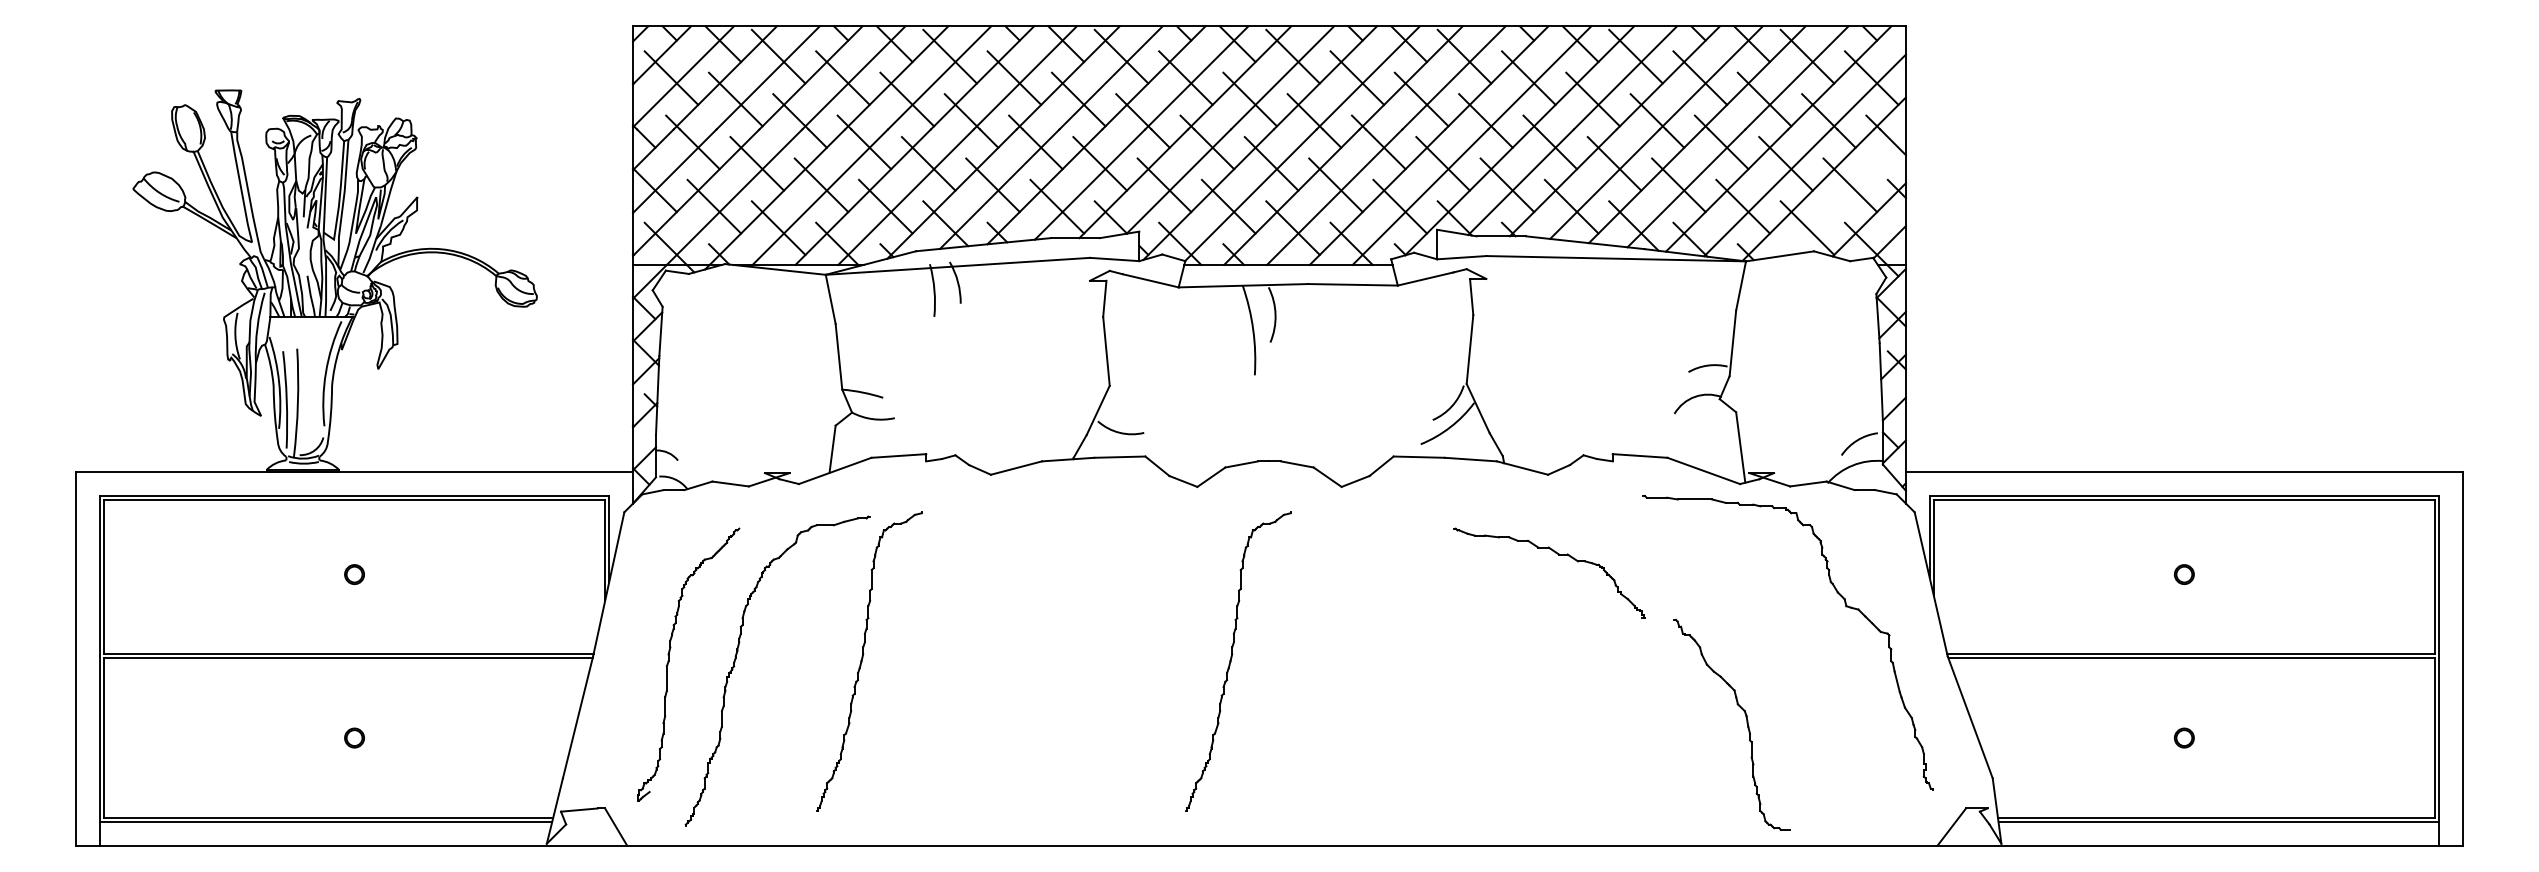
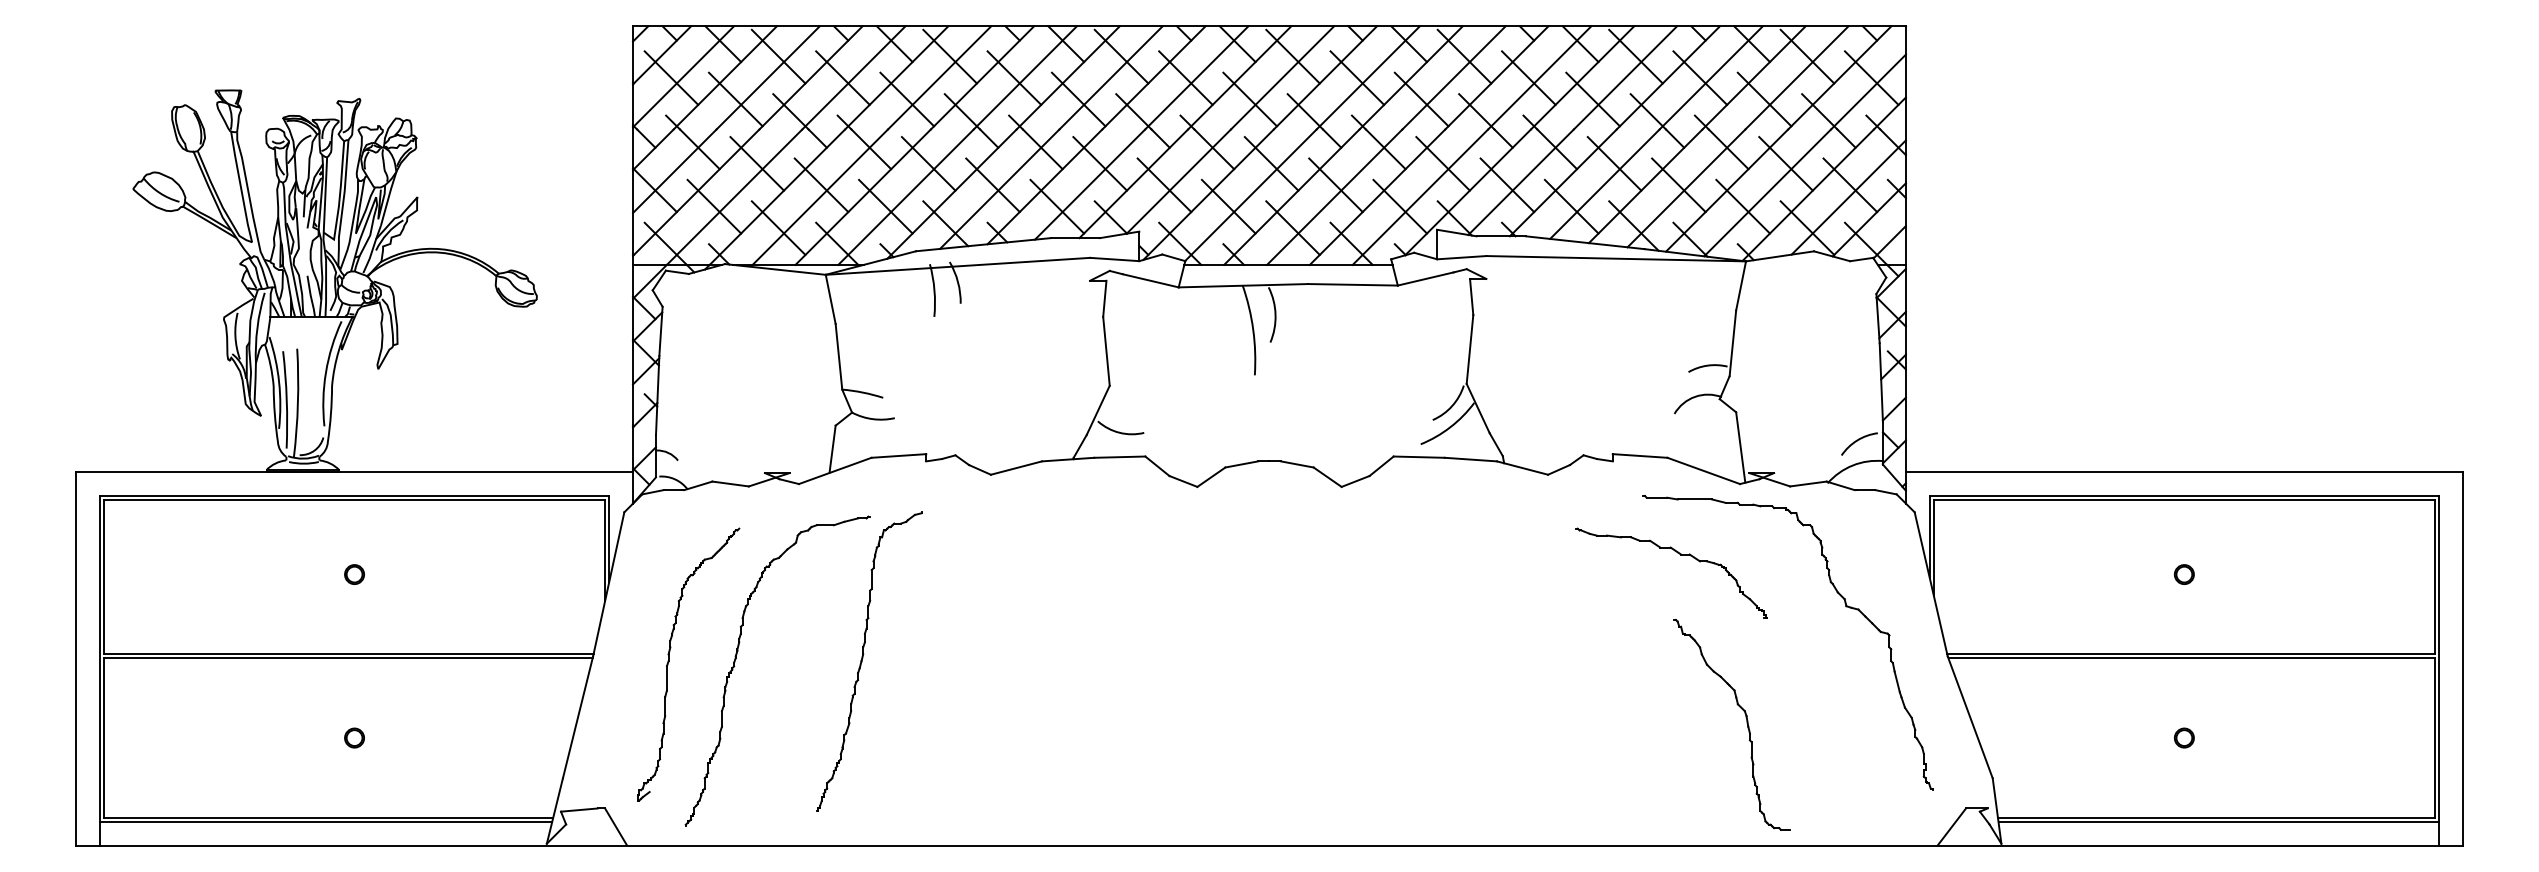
line at (1848, 197): none -> present
part at (1558, 555) position: (1558, 555) -> (1680, 555)
part at (1232, 658): present -> none
